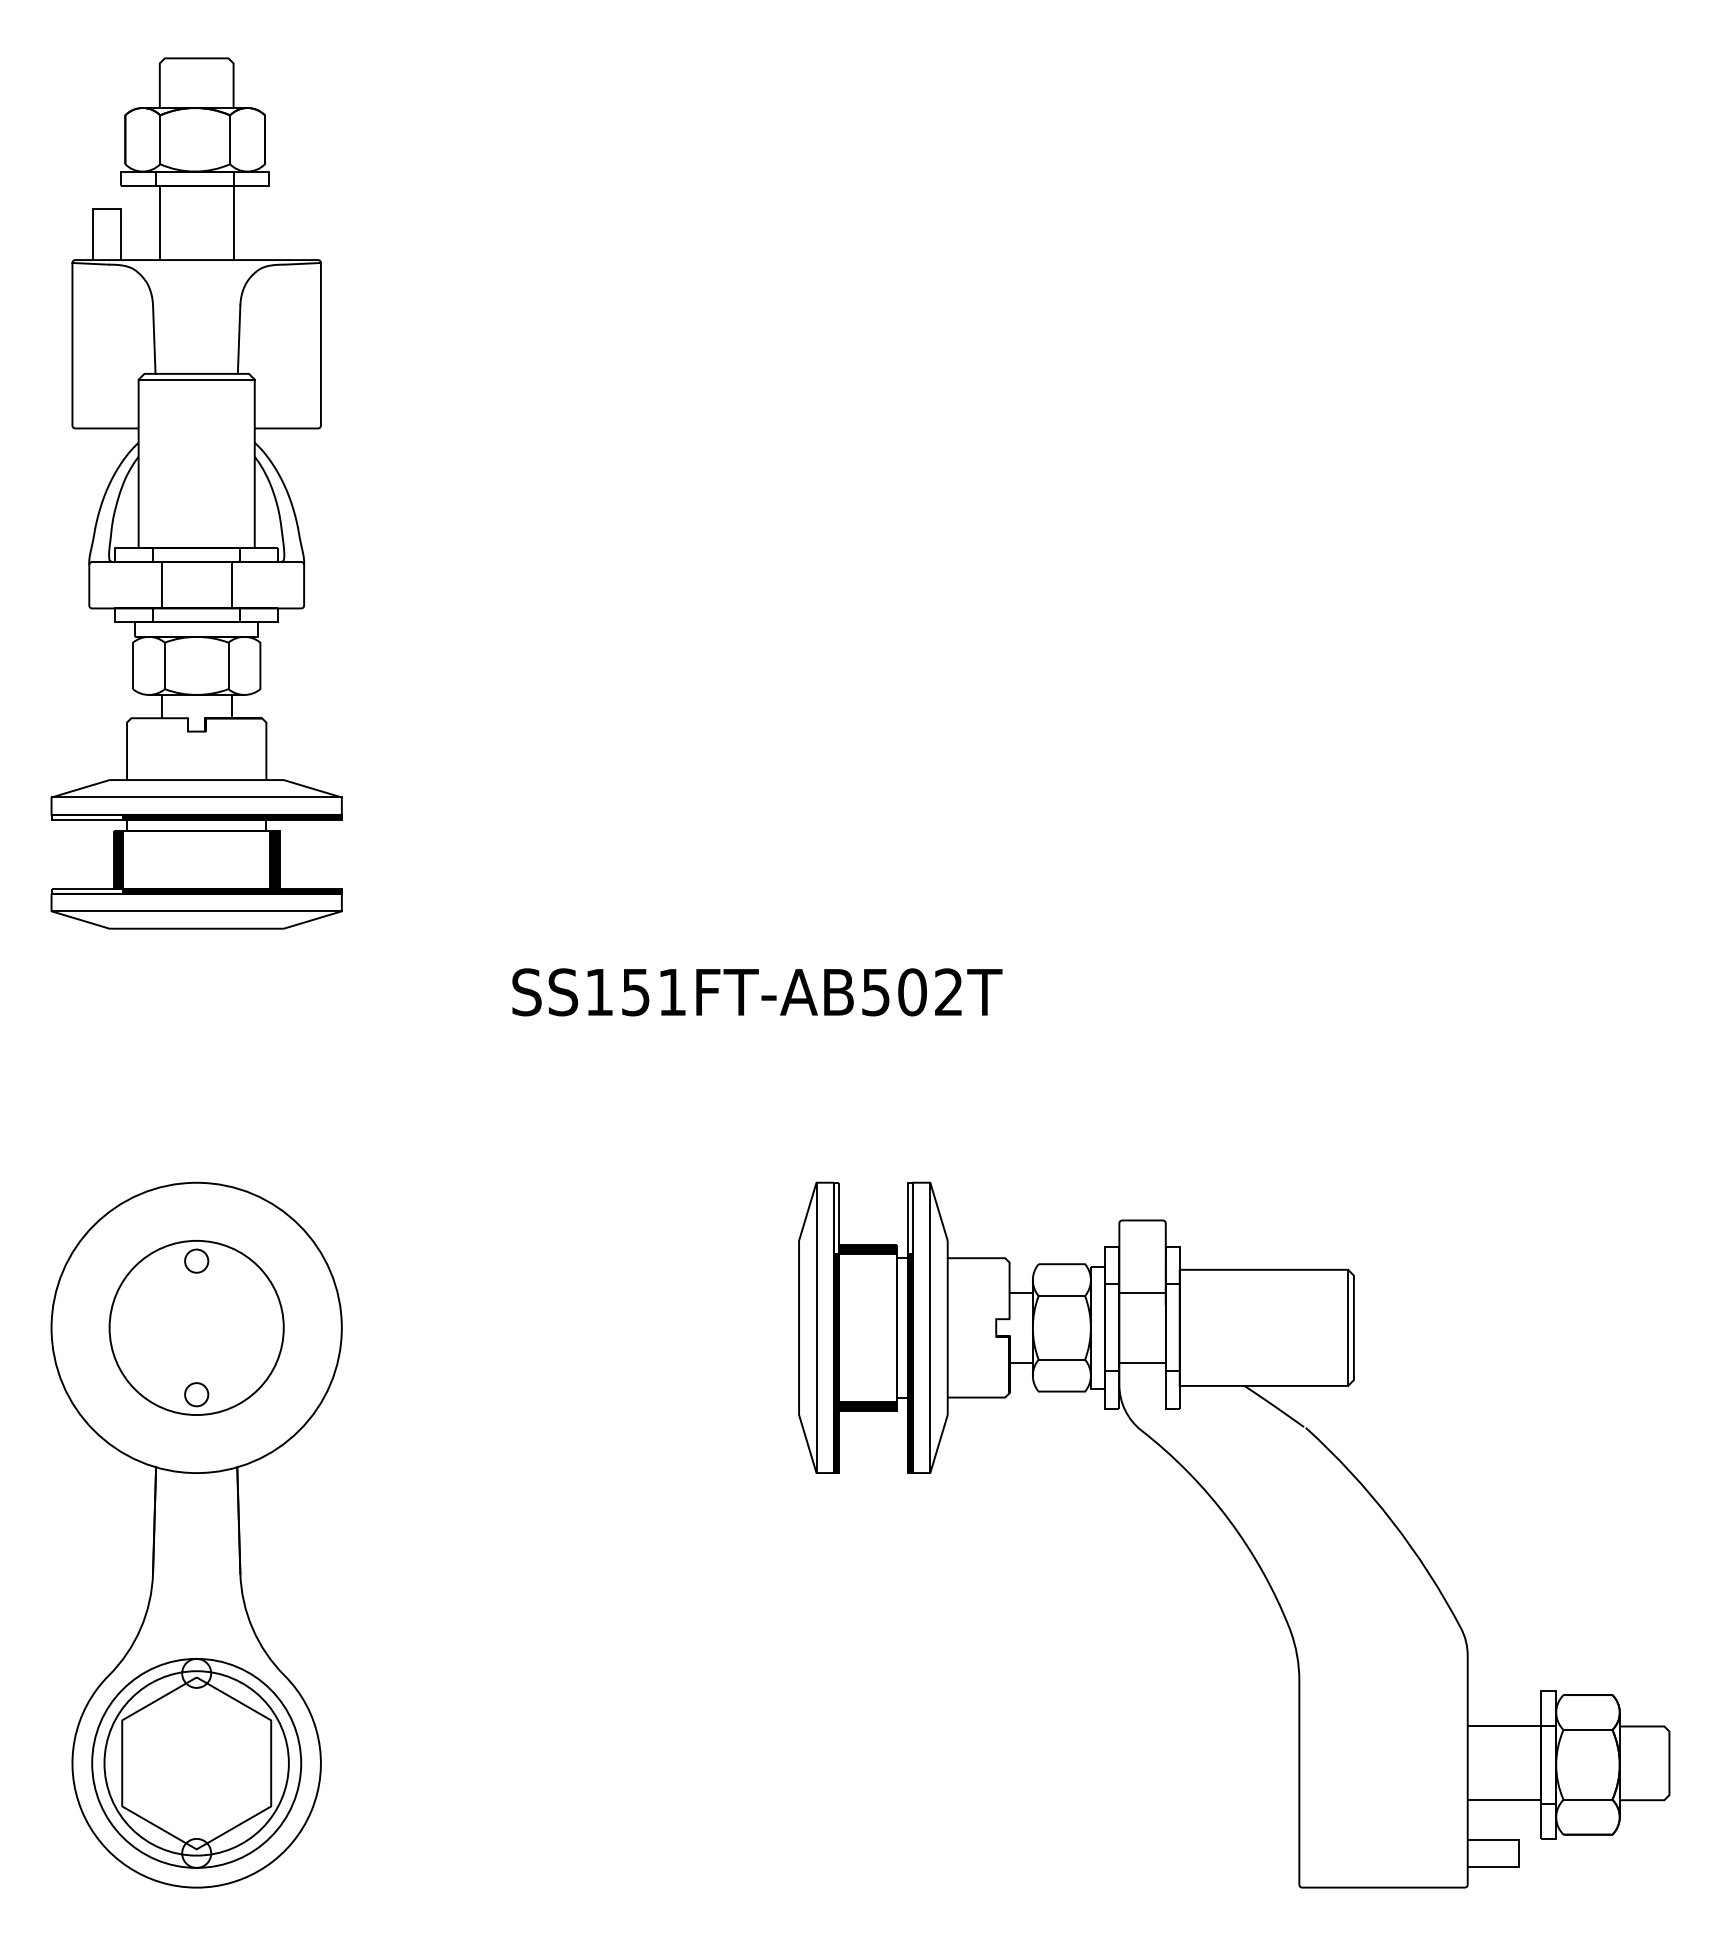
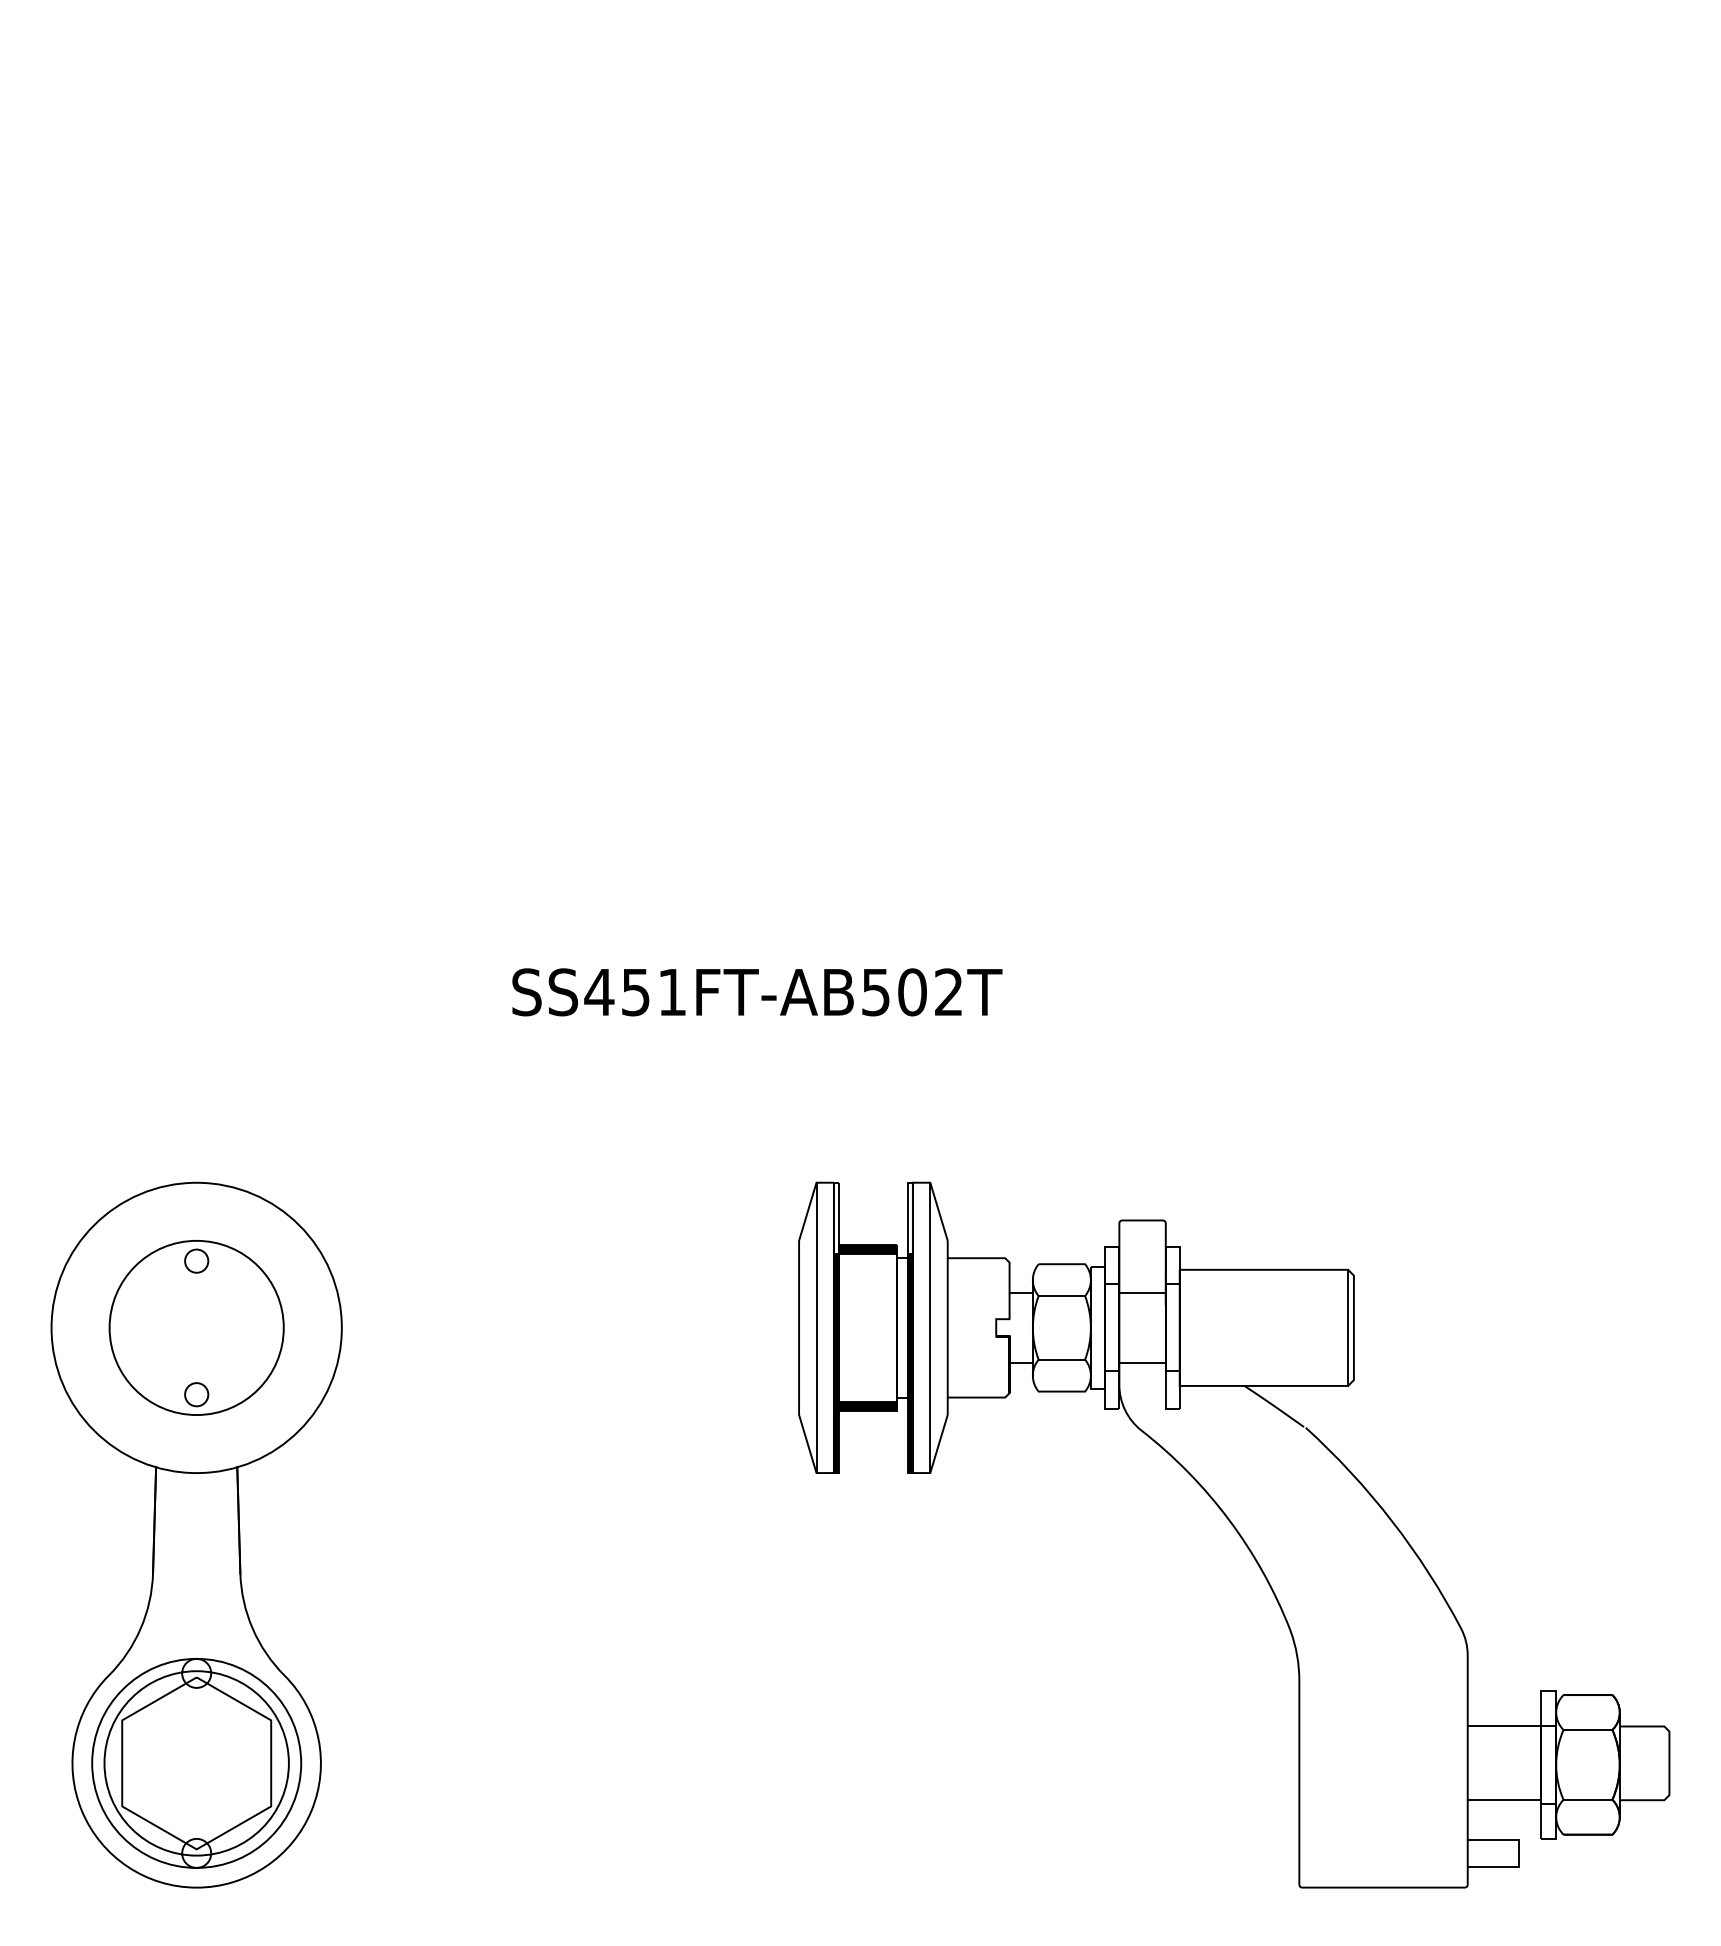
part at (196, 493): present -> none
text at (599, 992): SS151FT-AB502T -> SS451FT-AB502T
